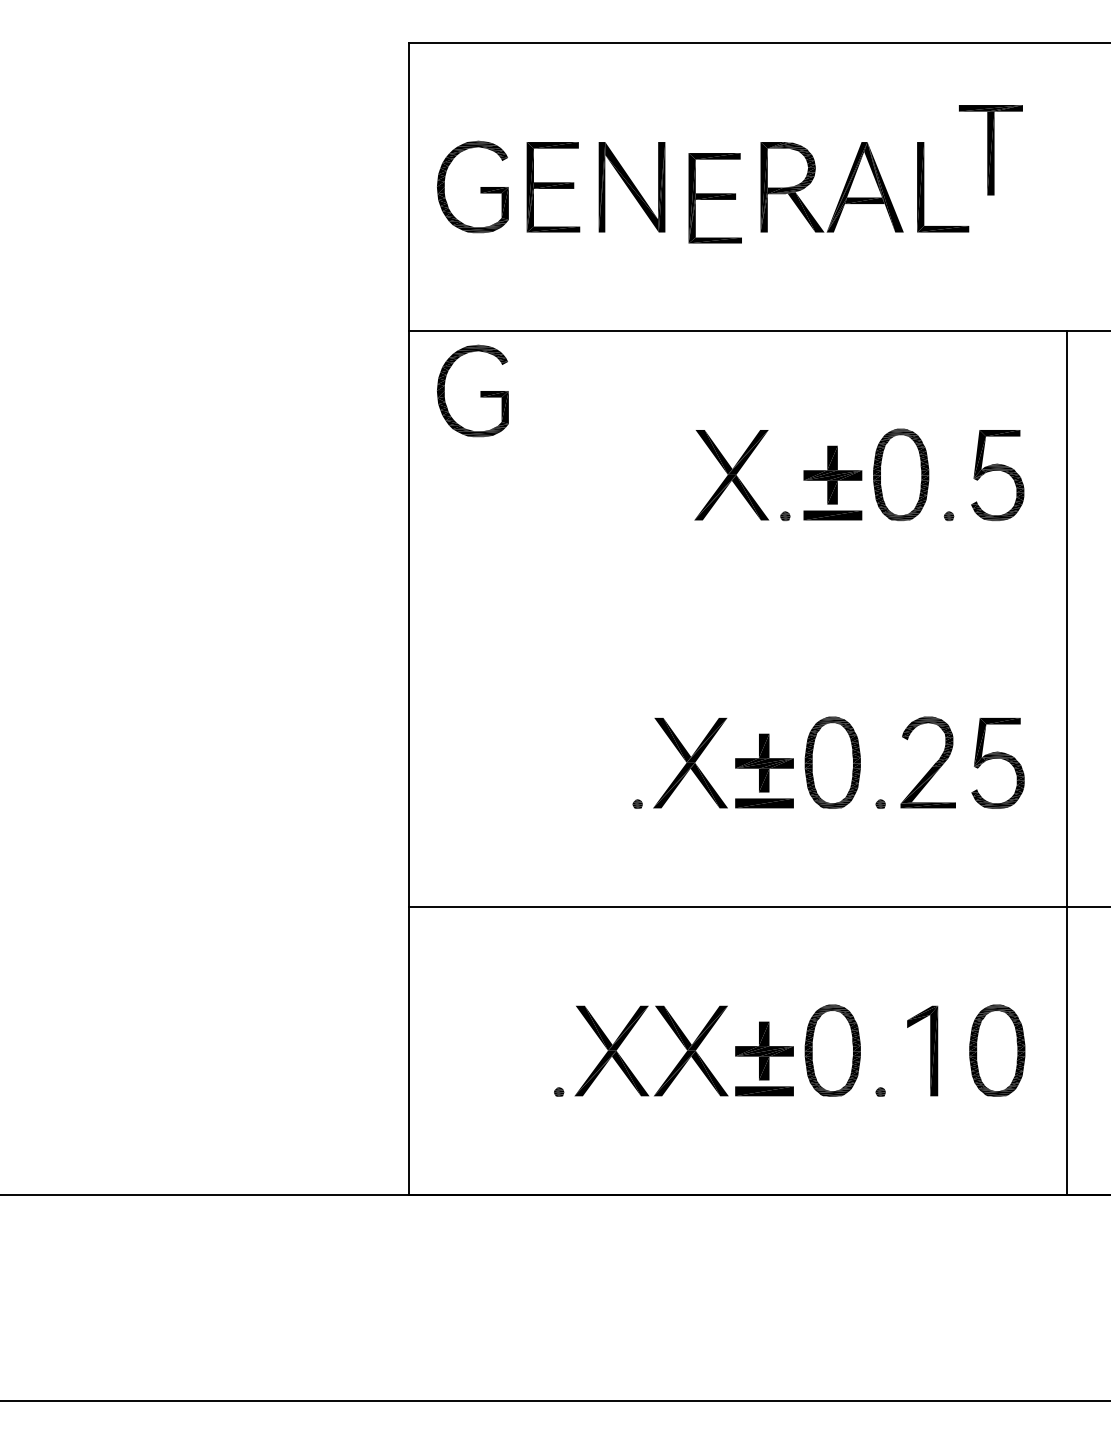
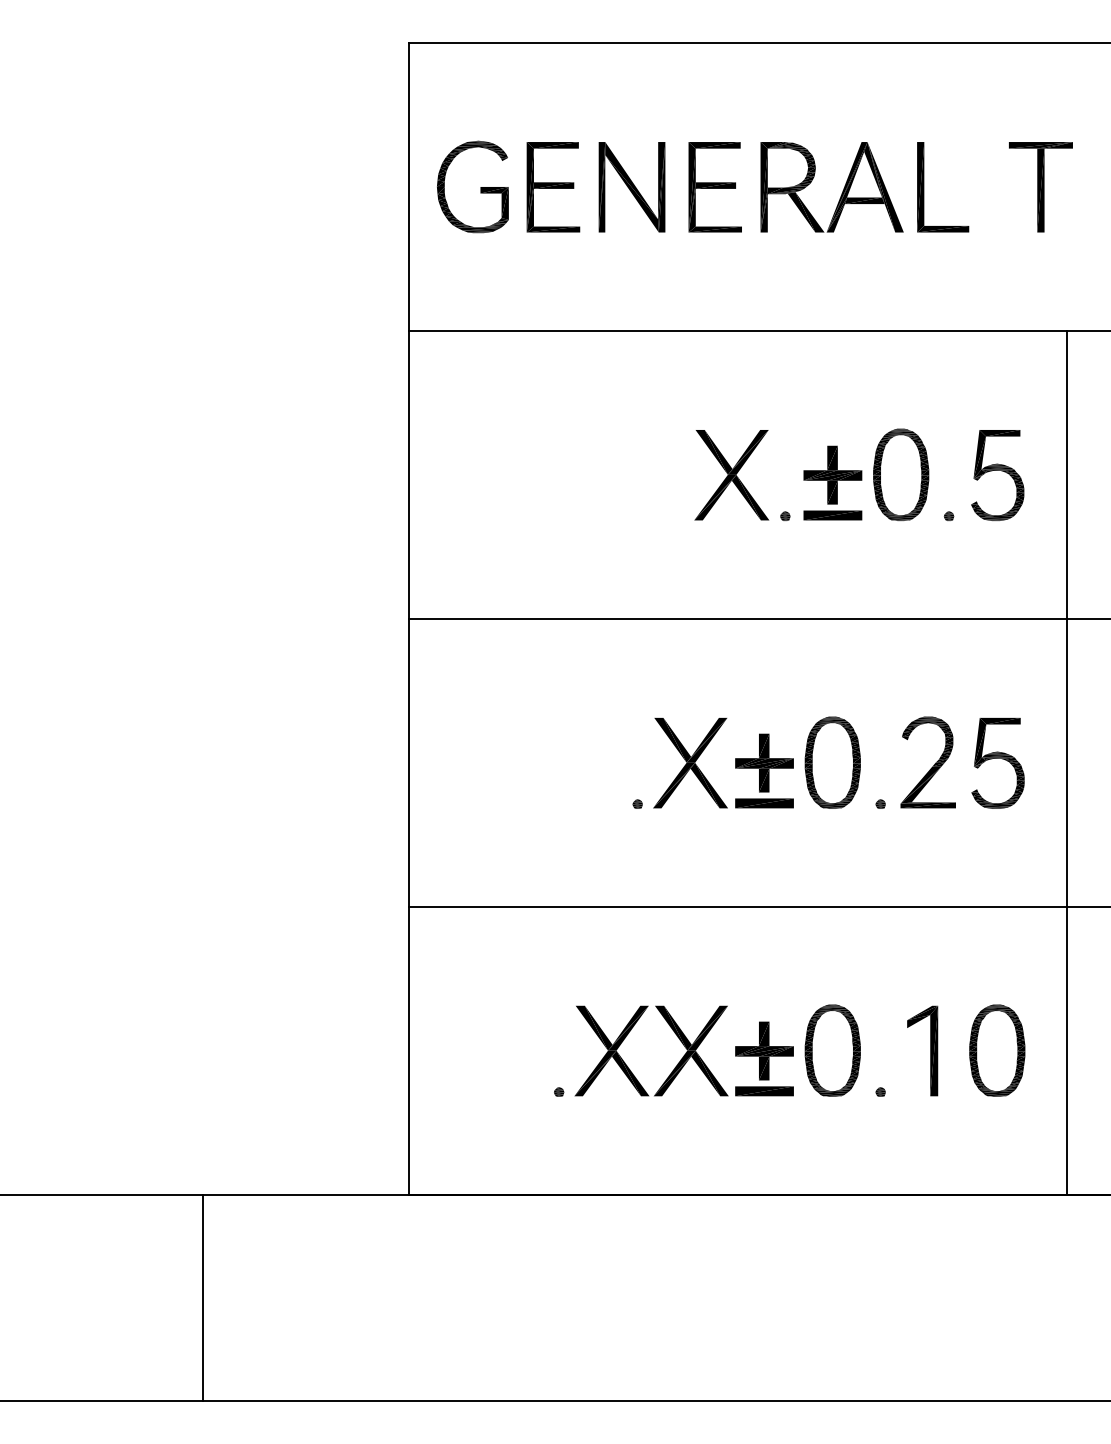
part at (990, 150) position: (990, 150) -> (1040, 187)
part at (714, 198) position: (714, 198) -> (714, 187)
part at (480, 391): present -> none
line at (758, 619): none -> present
line at (203, 1297): none -> present
